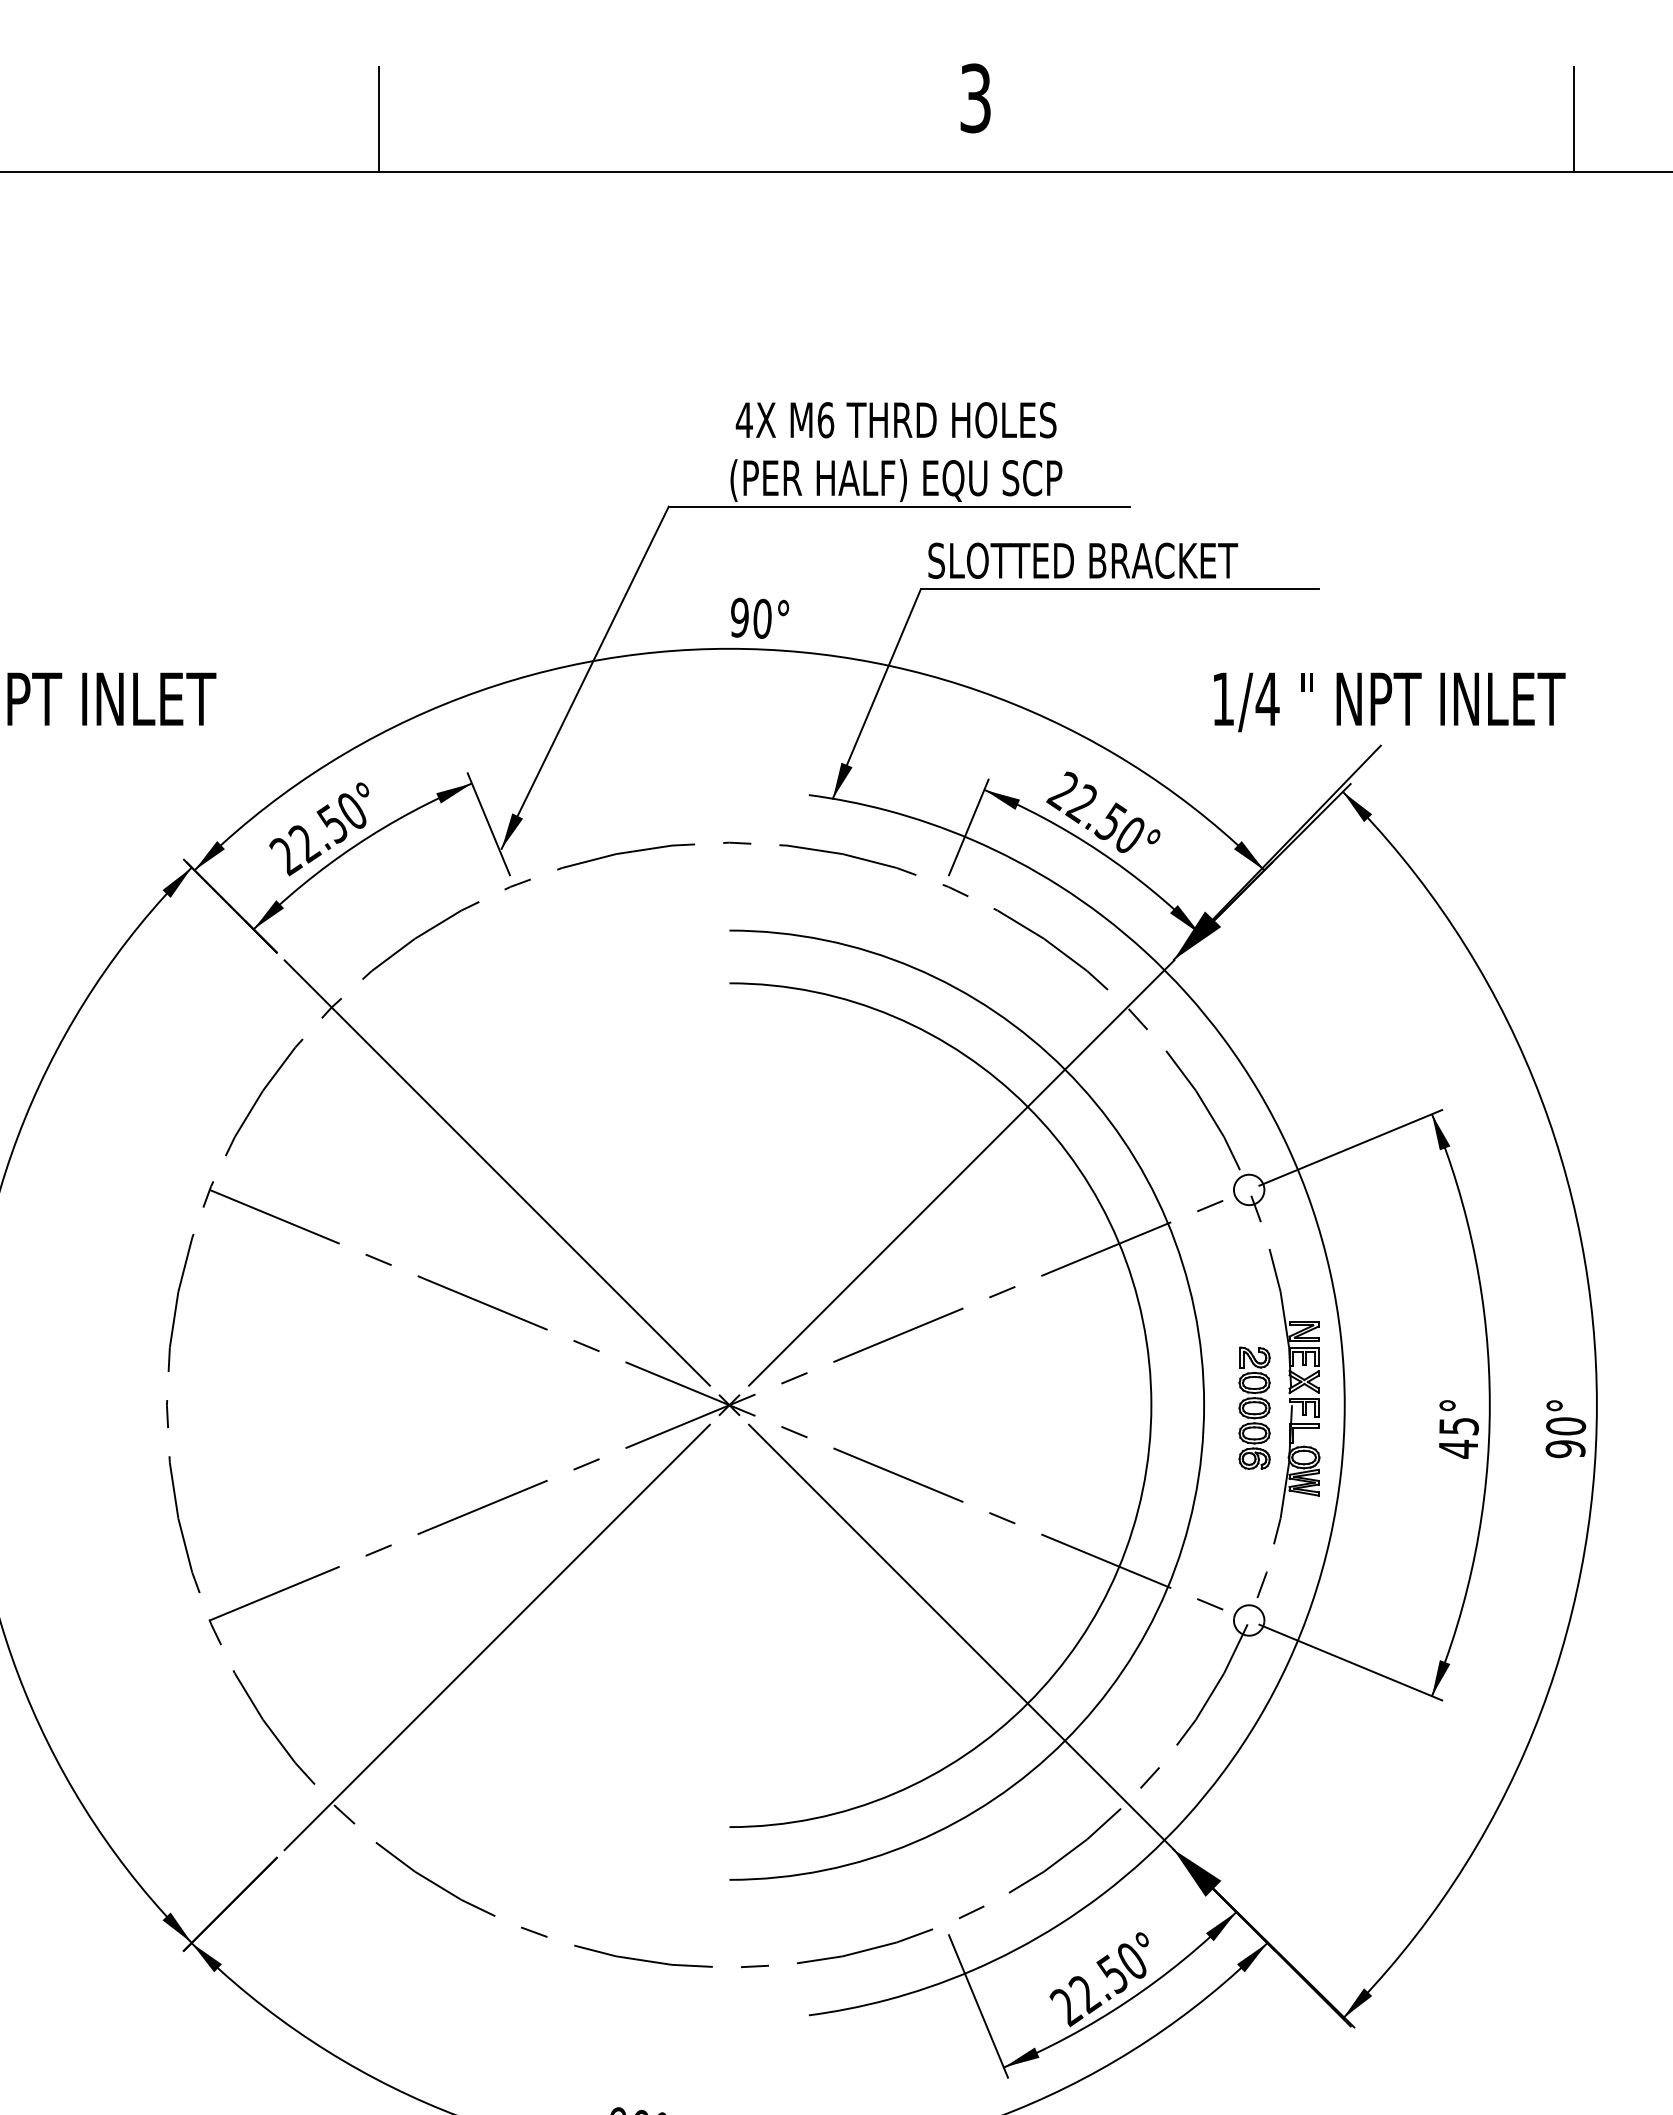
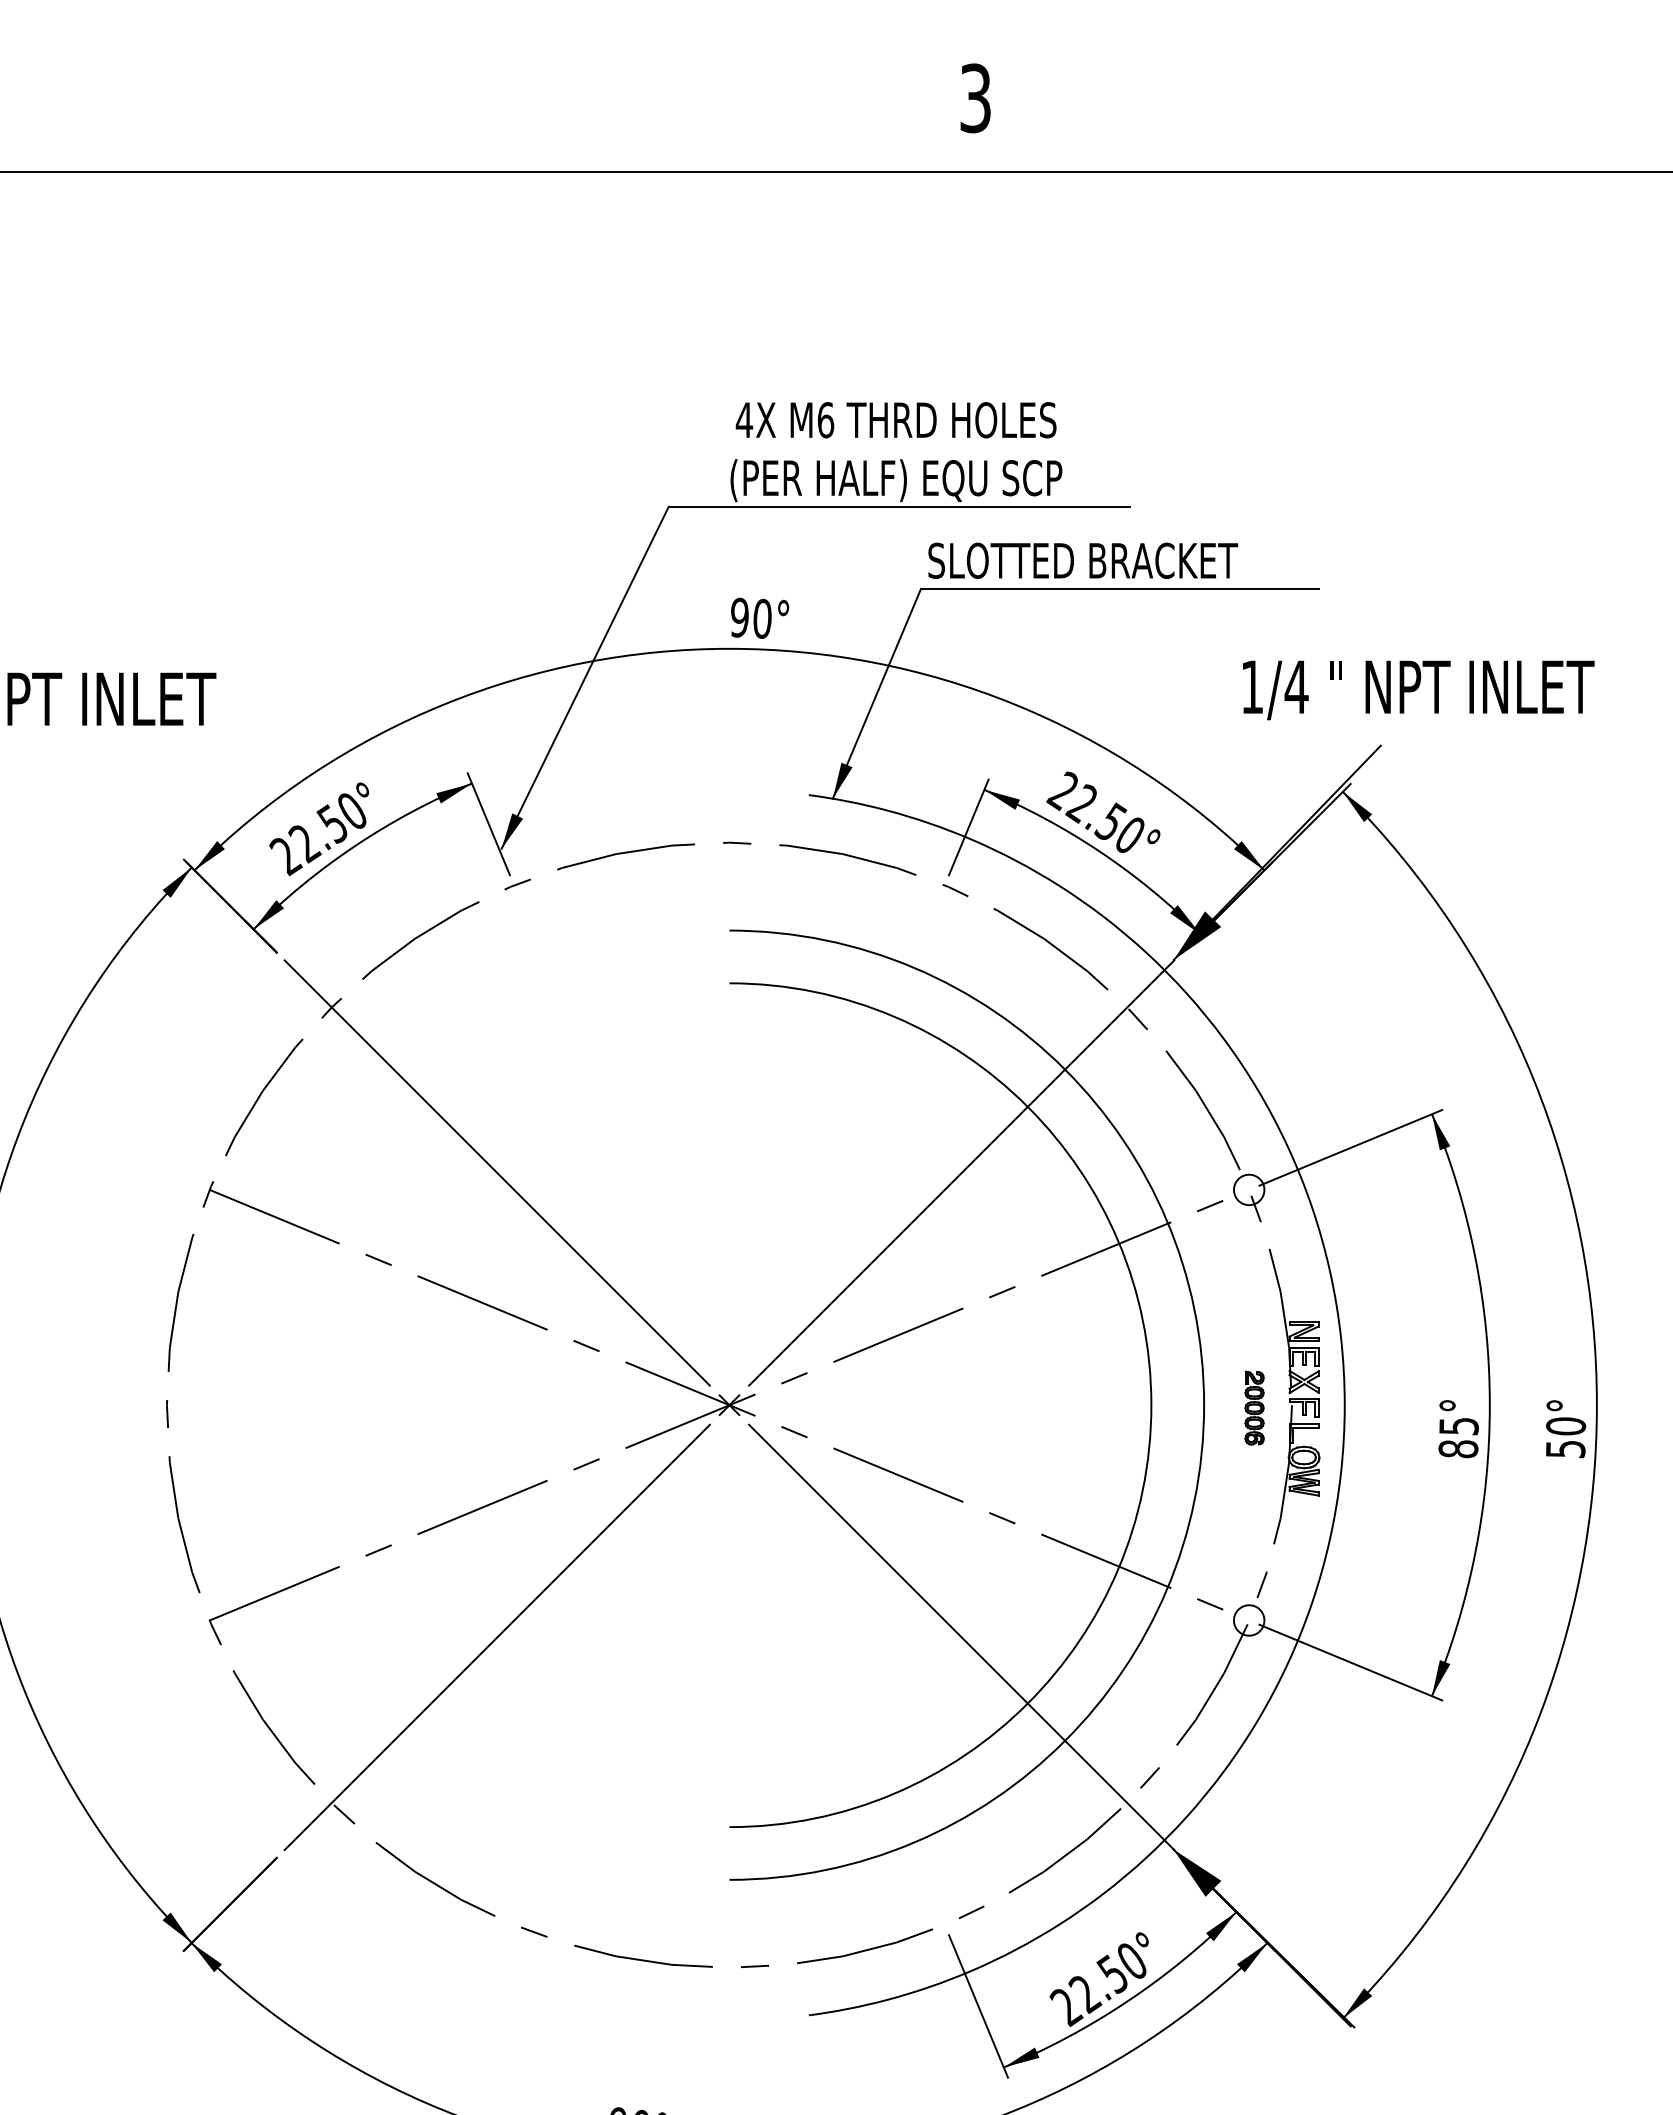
line at (378, 119): present -> none
line at (1574, 119): present -> none
text at (1389, 702) position: (1389, 702) -> (1418, 690)
part at (1254, 1407) size: 33x124 px -> 21x76 px
text at (1458, 1448): 45° -> 85°
text at (1565, 1449): 90° -> 50°
